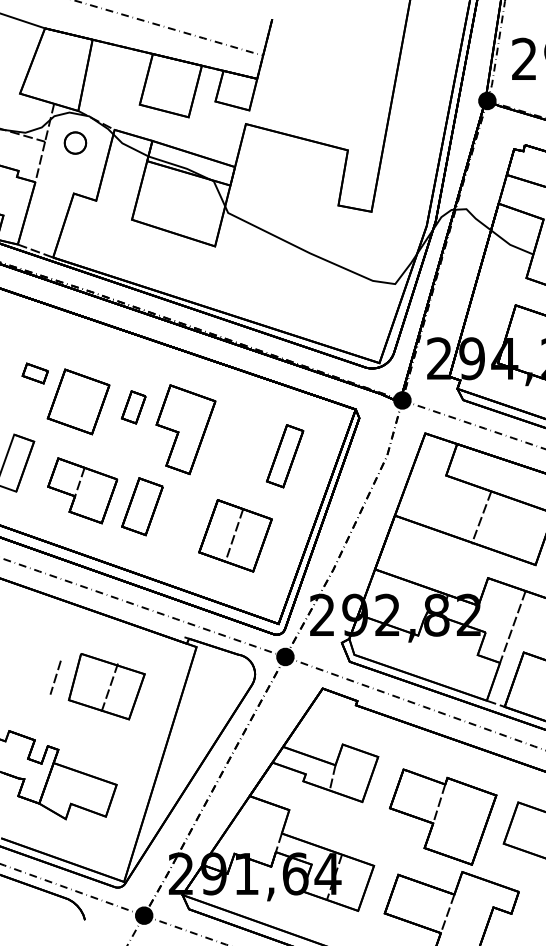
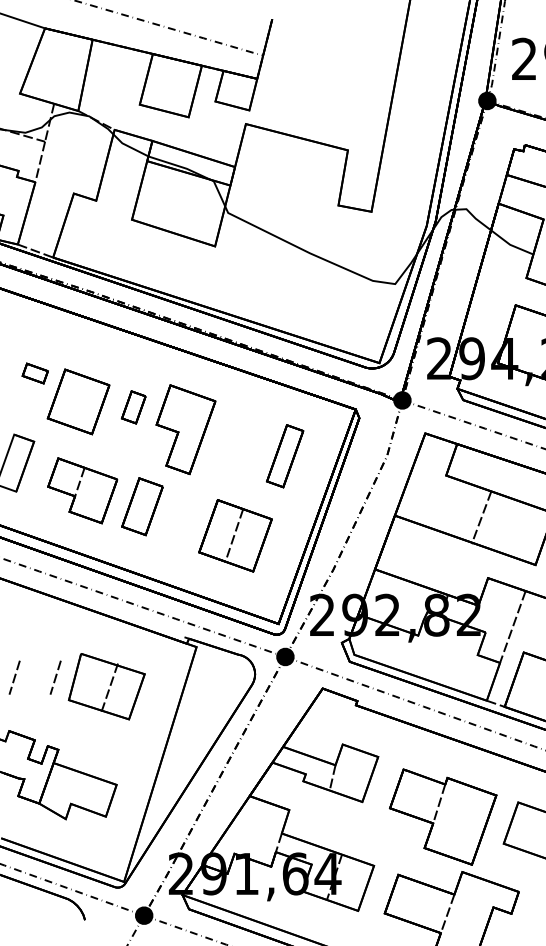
part at (75, 142): present -> none
line at (14, 677): none -> present
